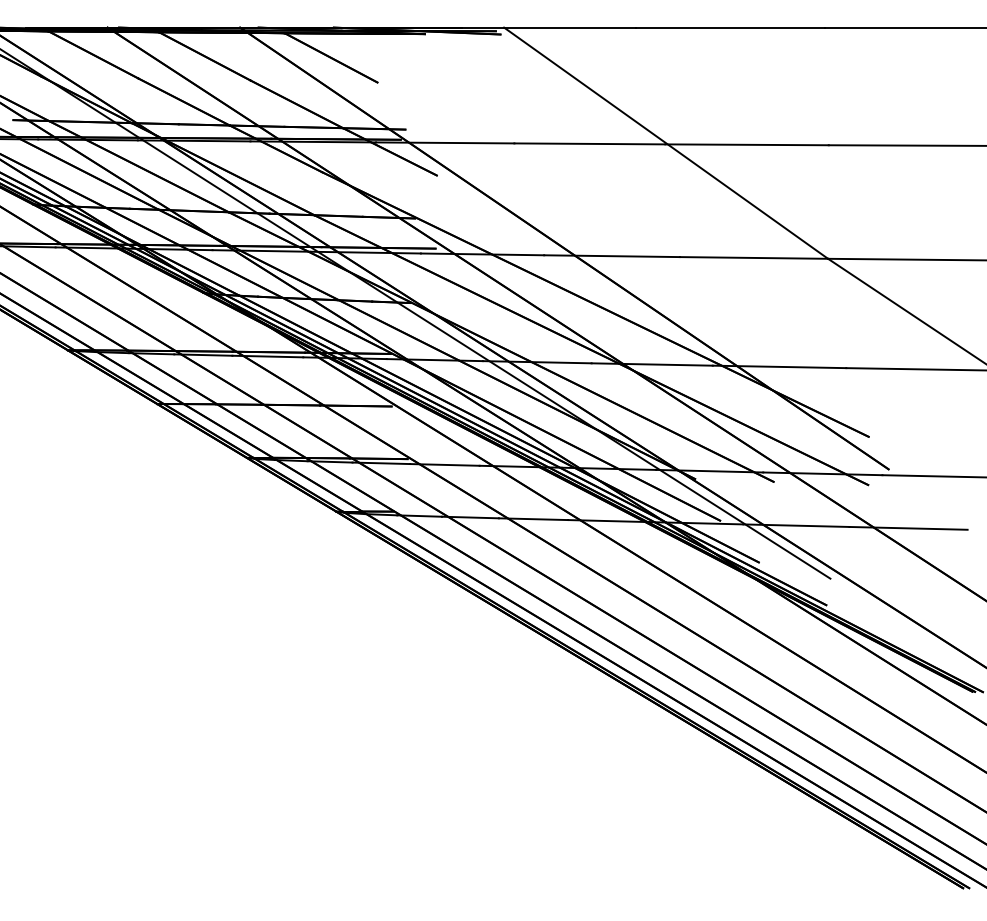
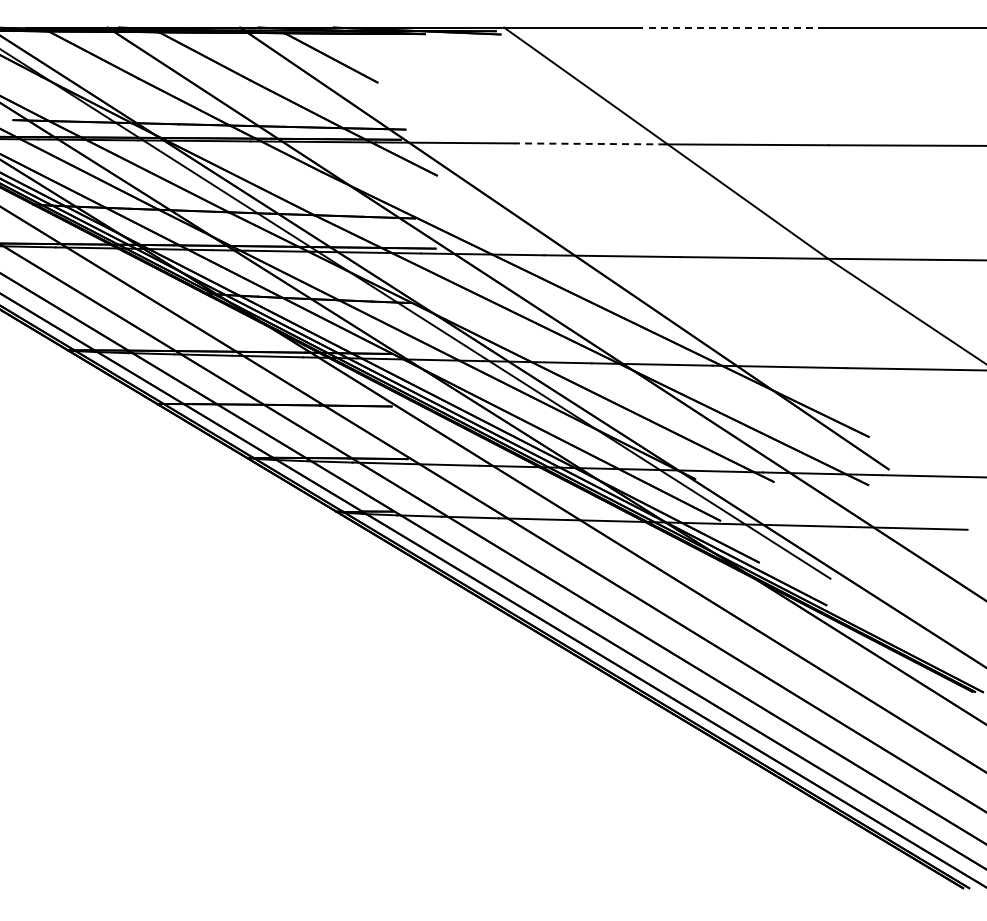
line at (731, 27): solid -> dashed
line at (589, 143): solid -> dashed
